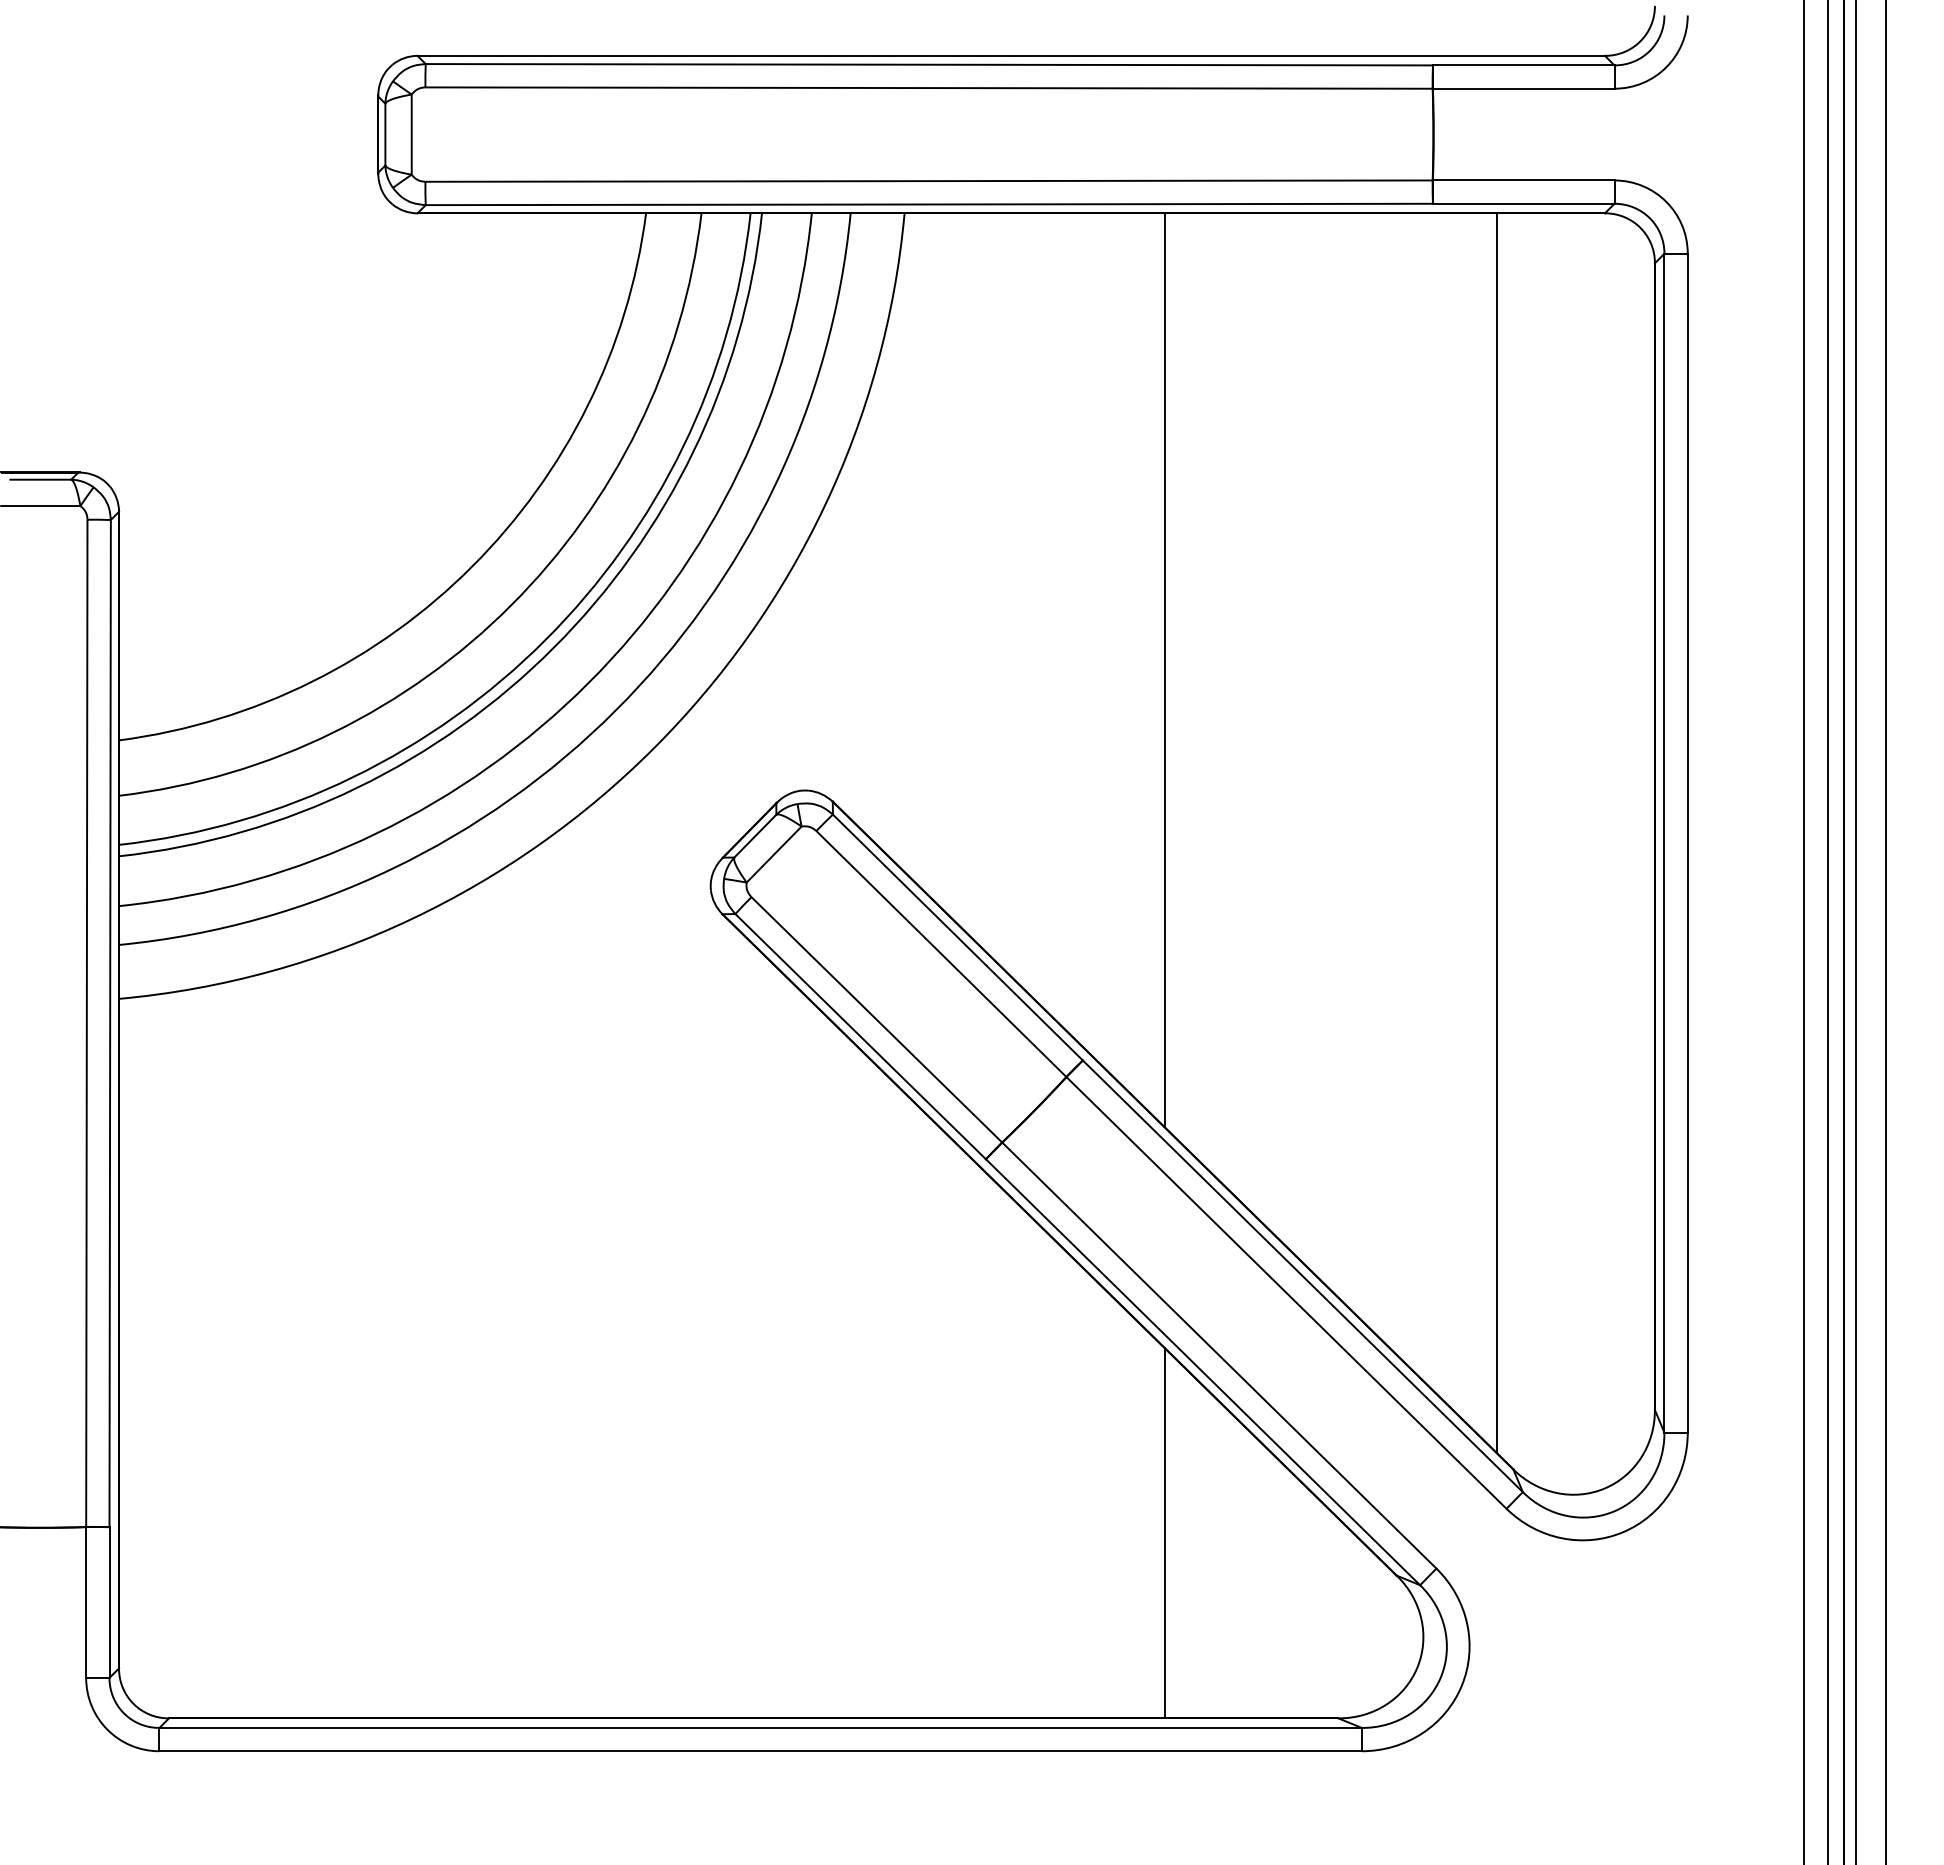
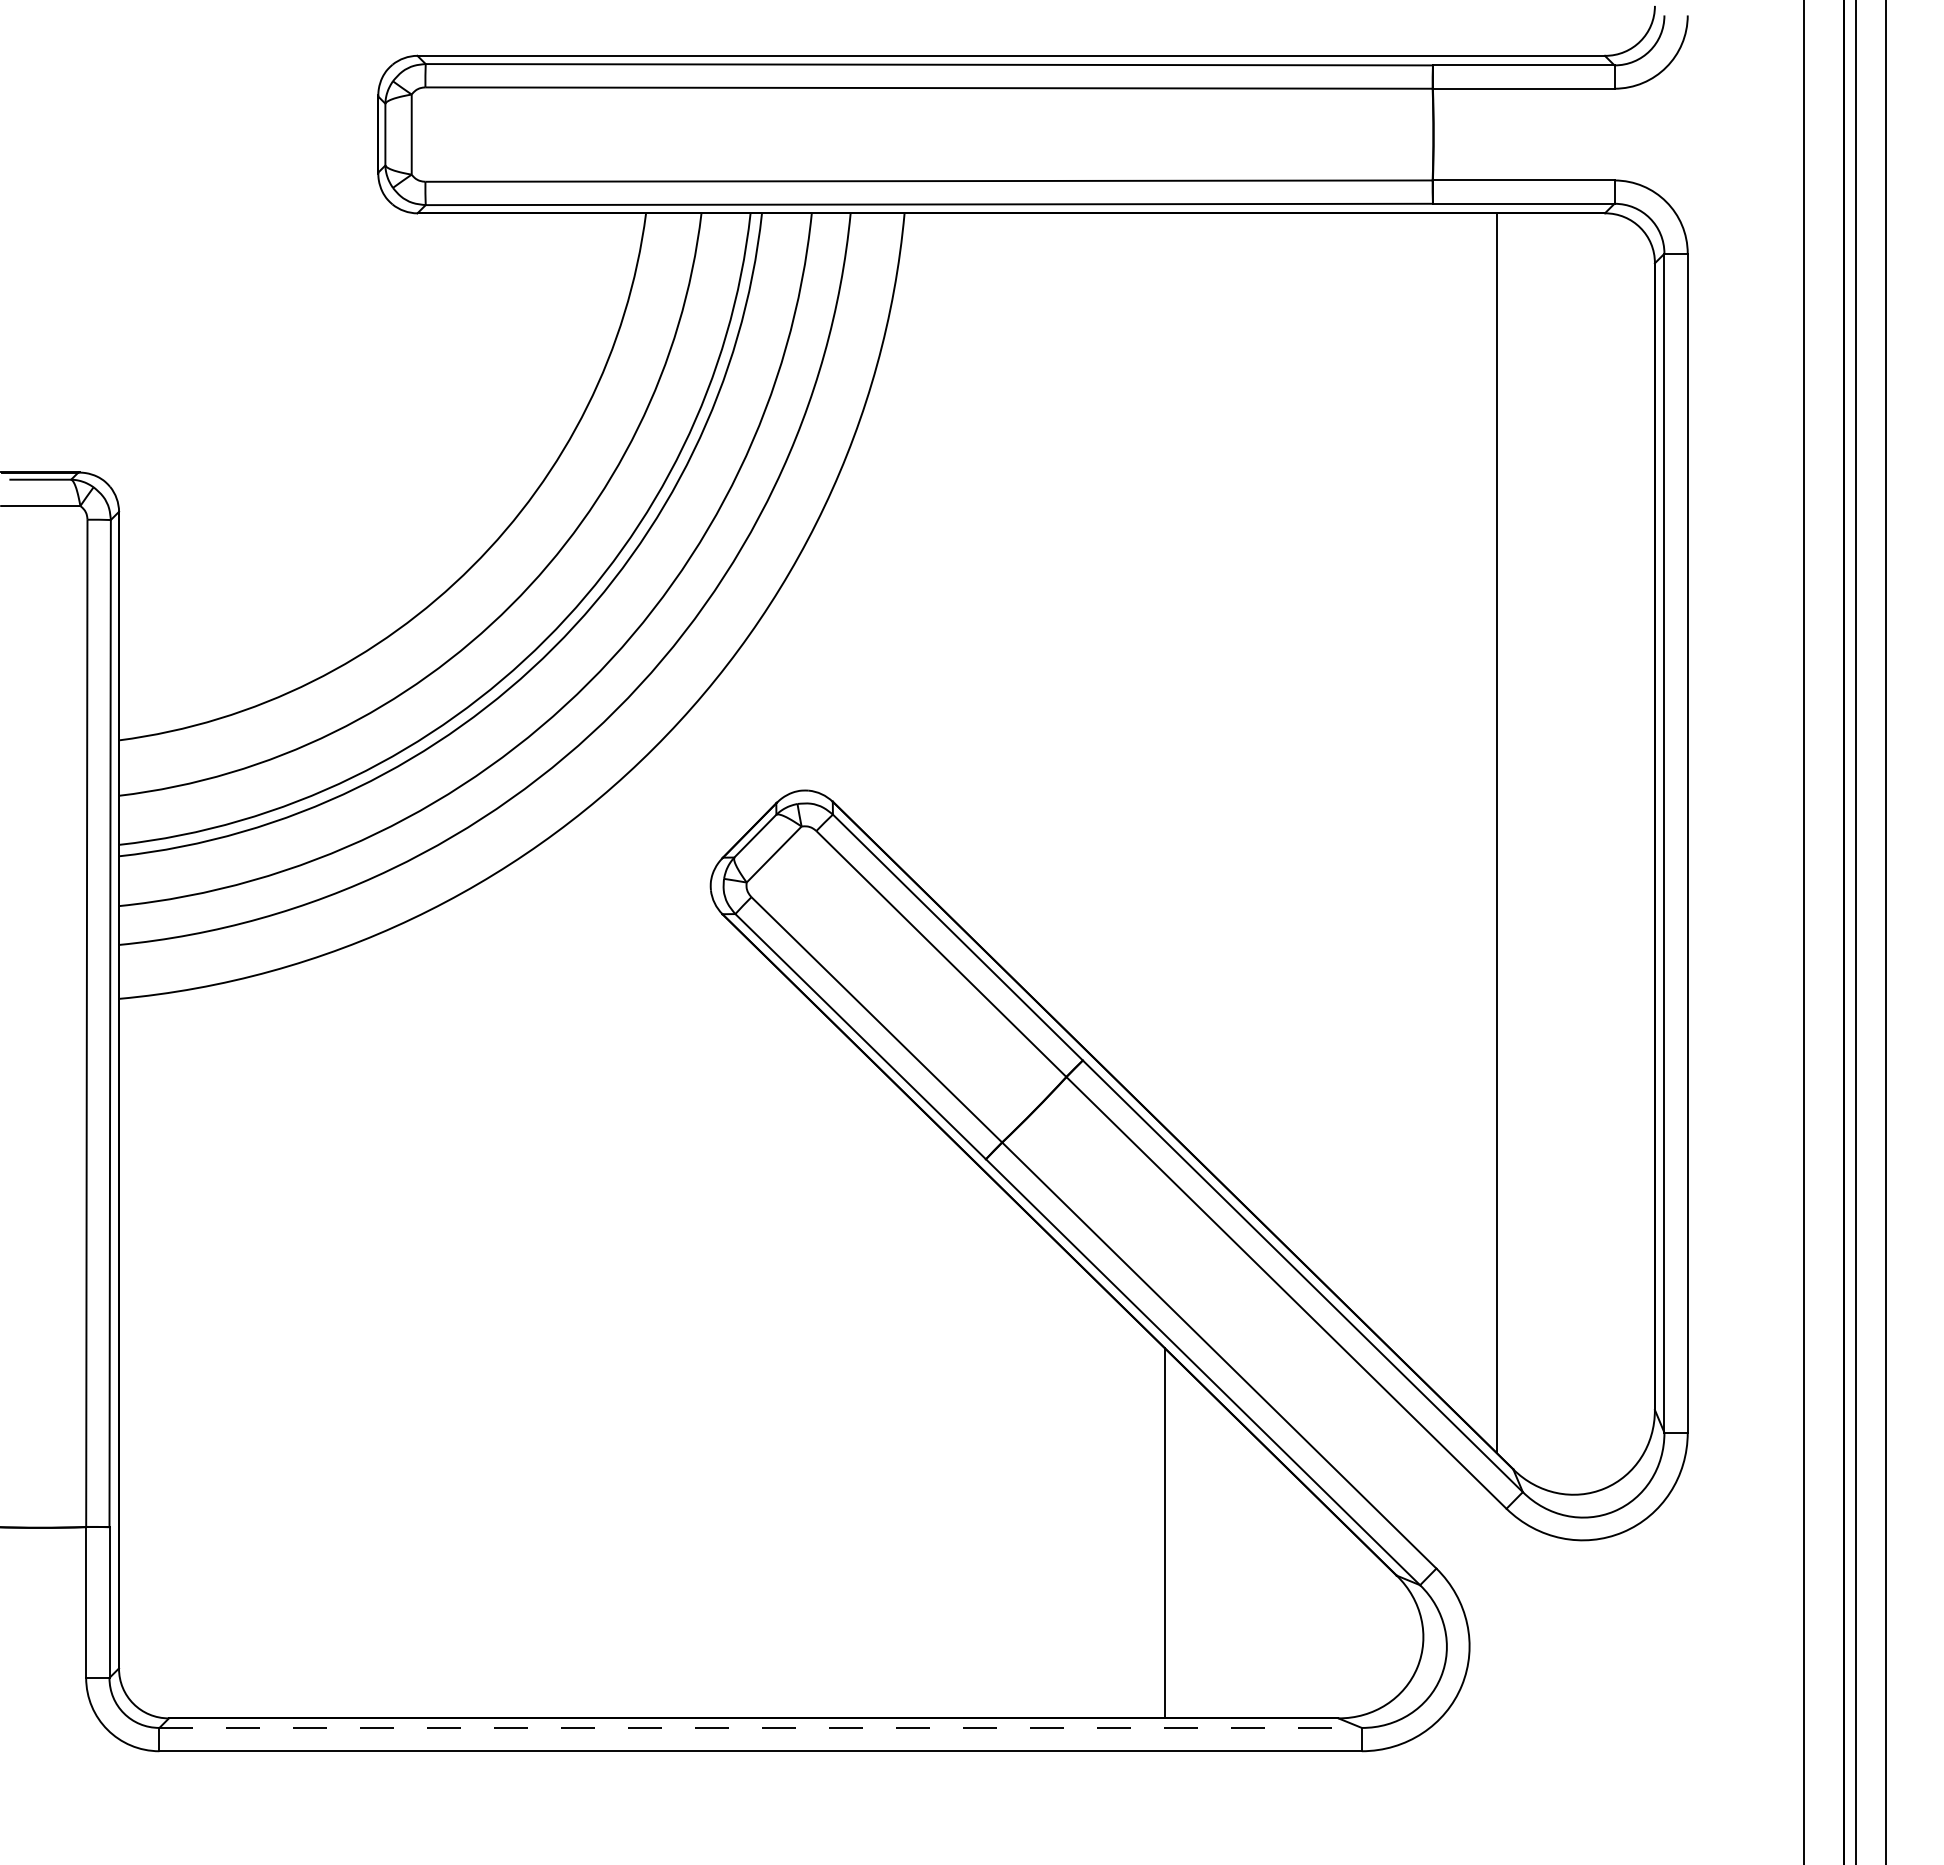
line at (1164, 670): present -> none
line at (1827, 931): present -> none
line at (761, 1727): solid -> dashed
